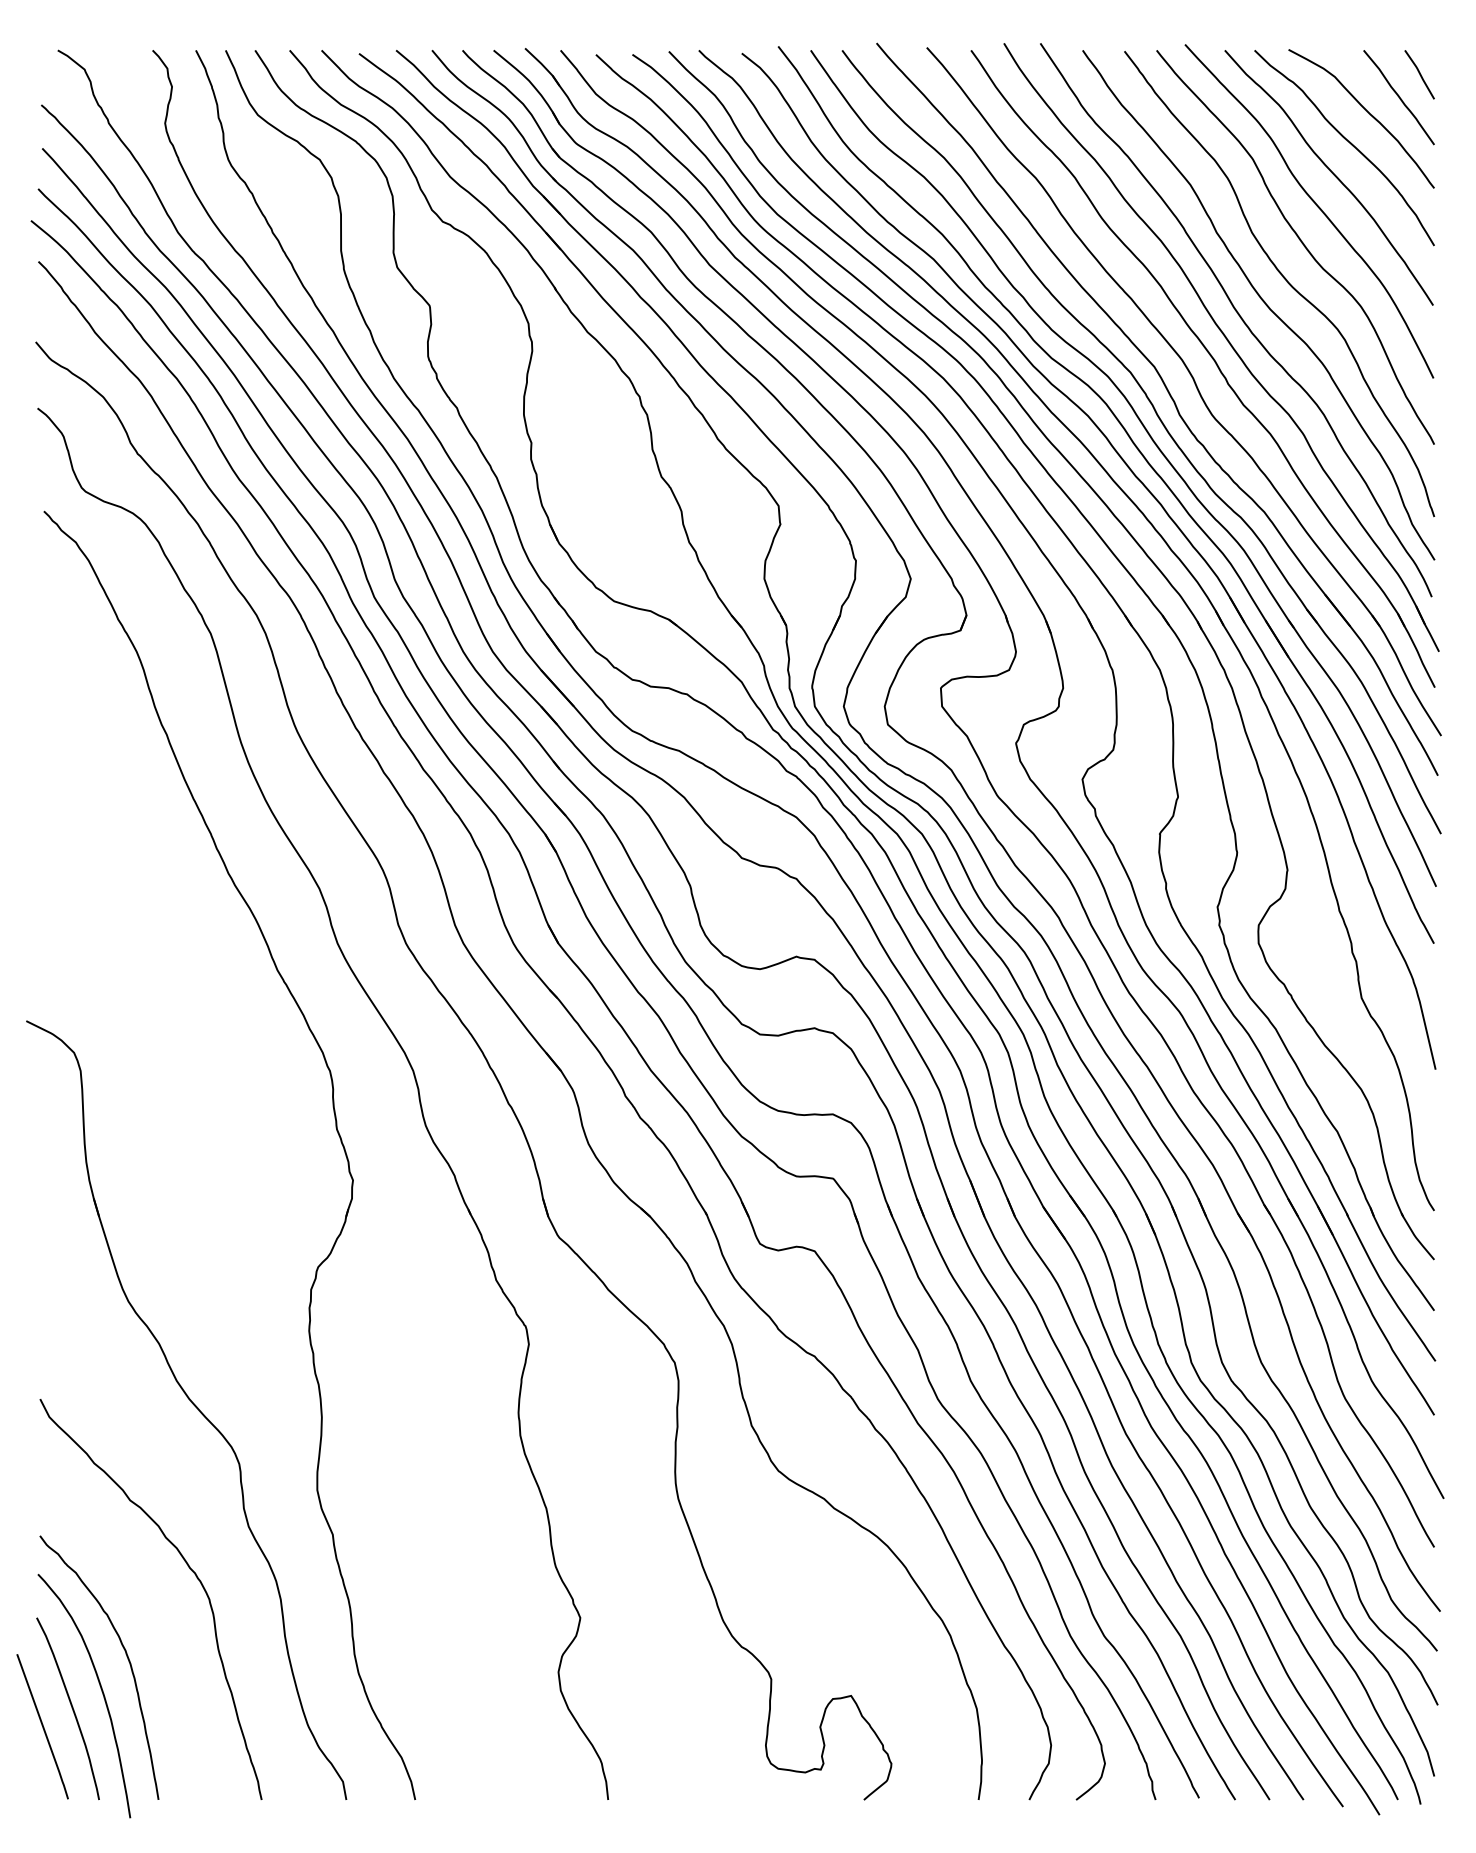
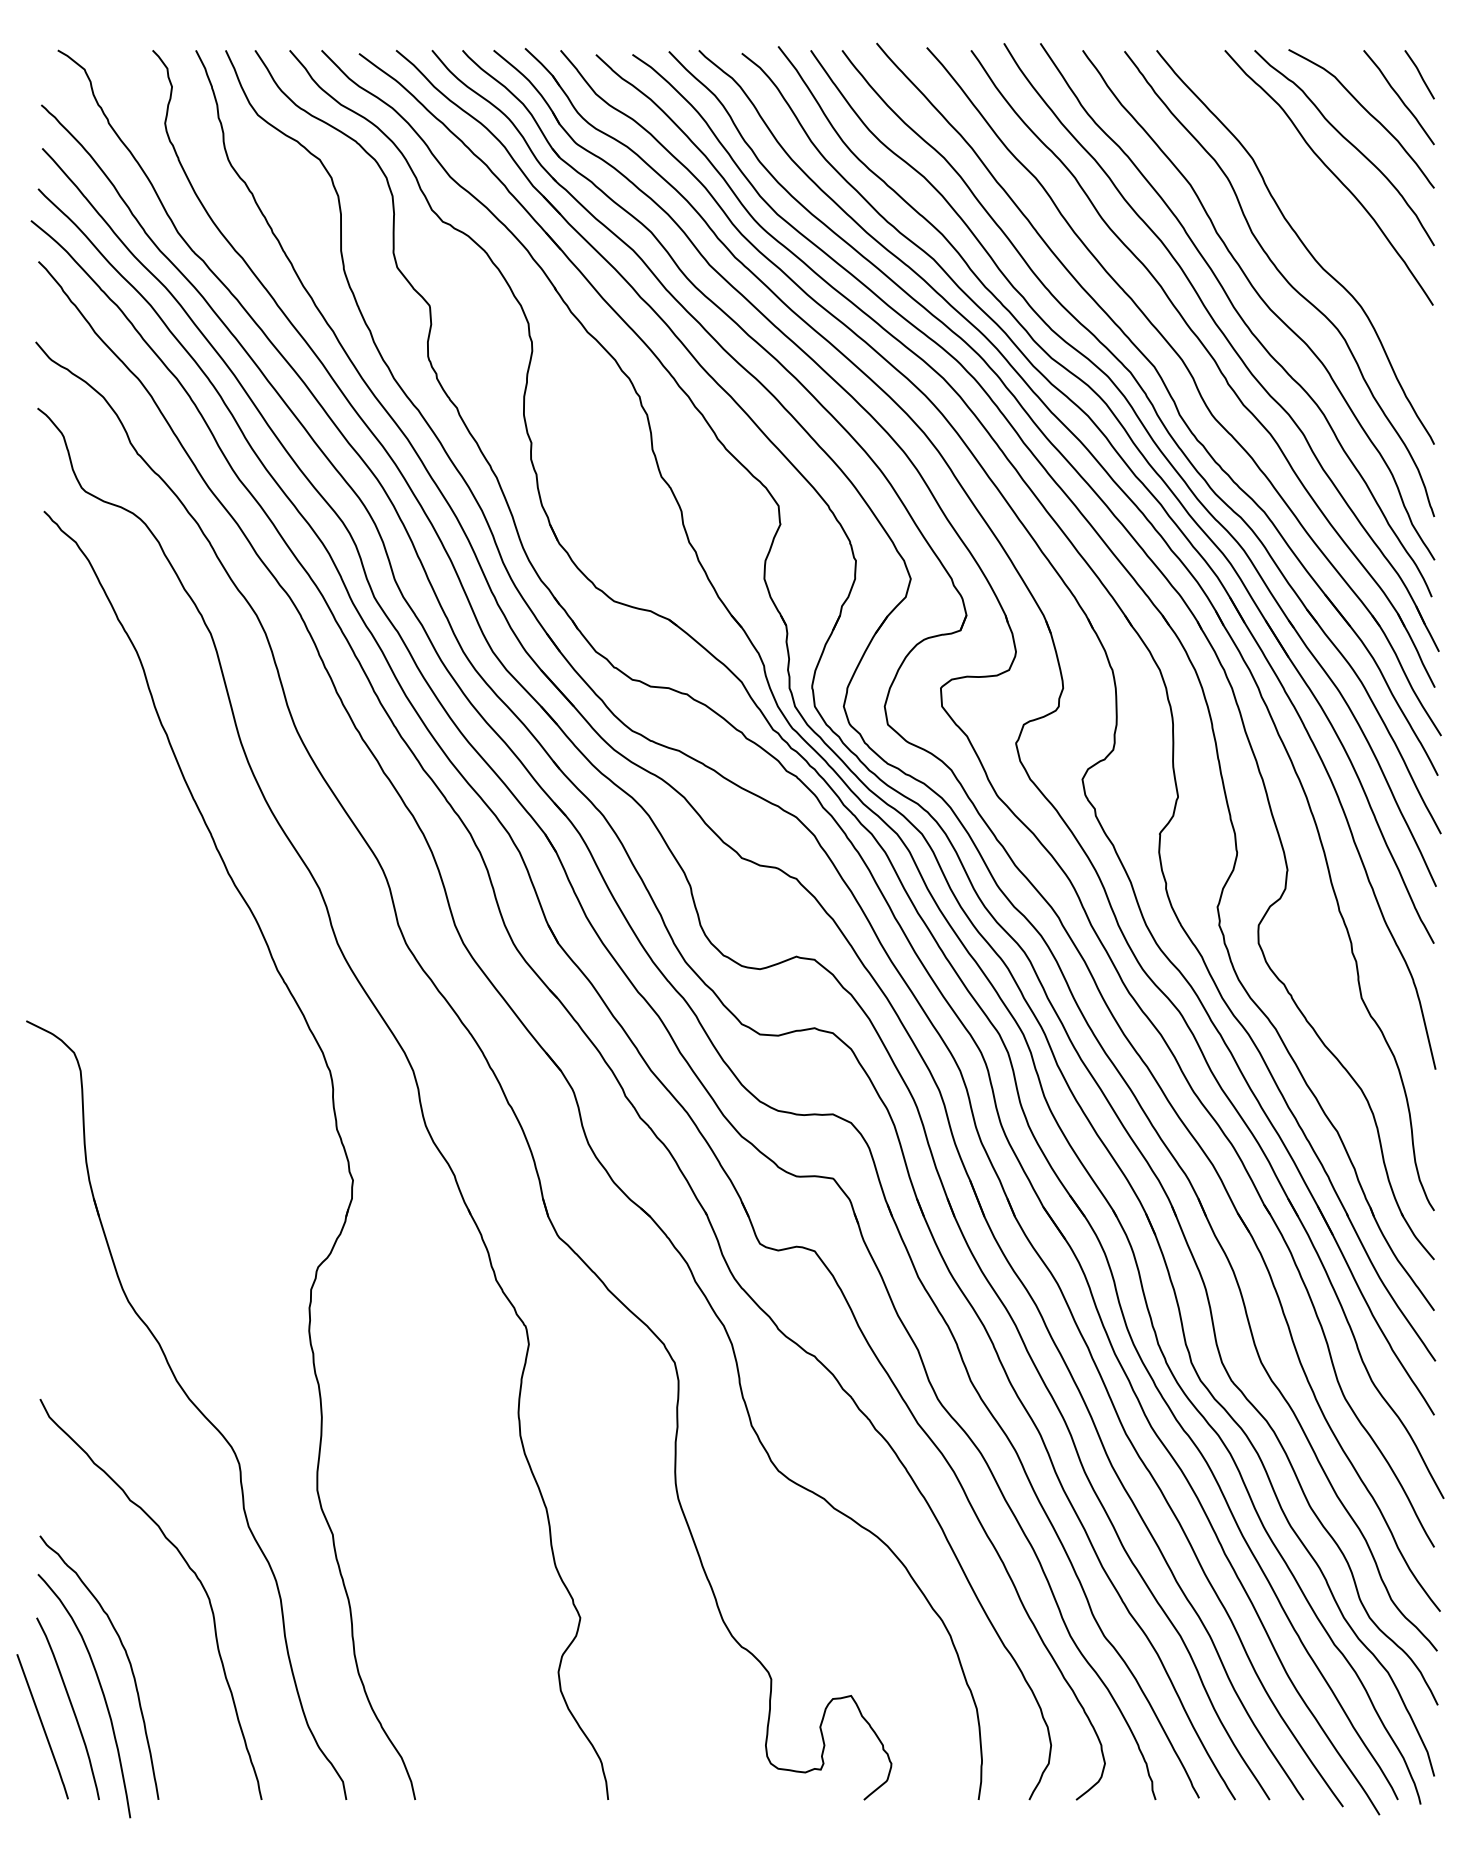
curve at (1316, 206): present -> none
